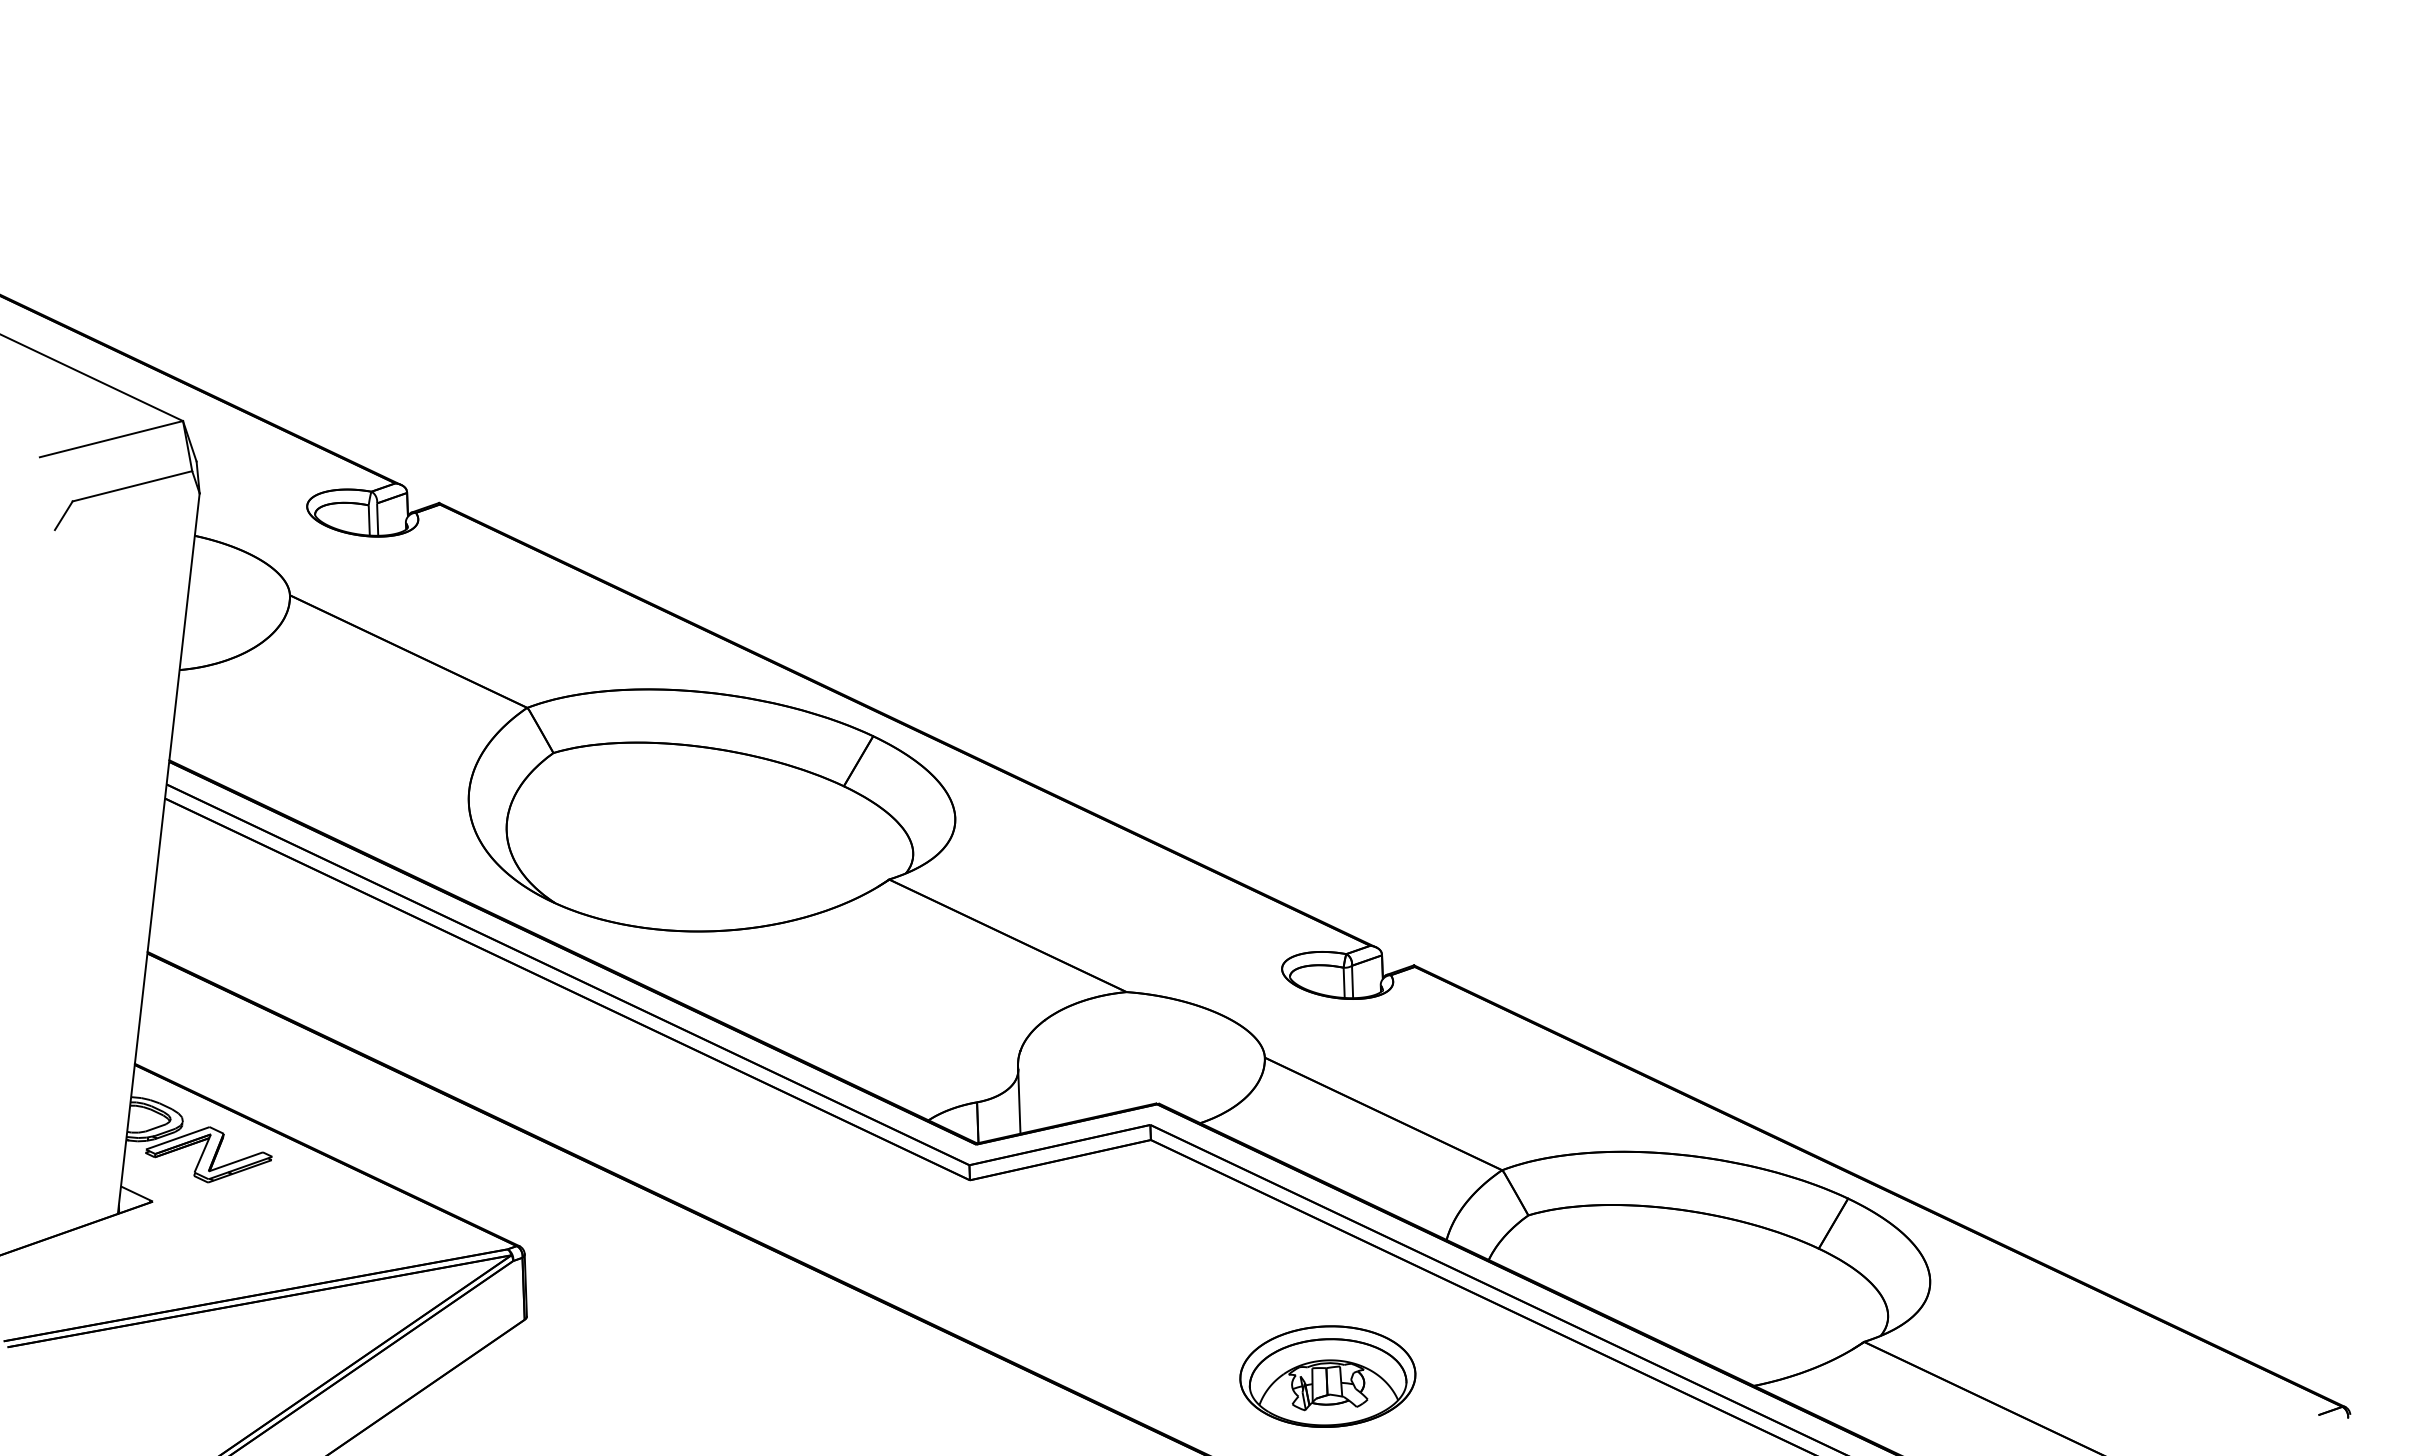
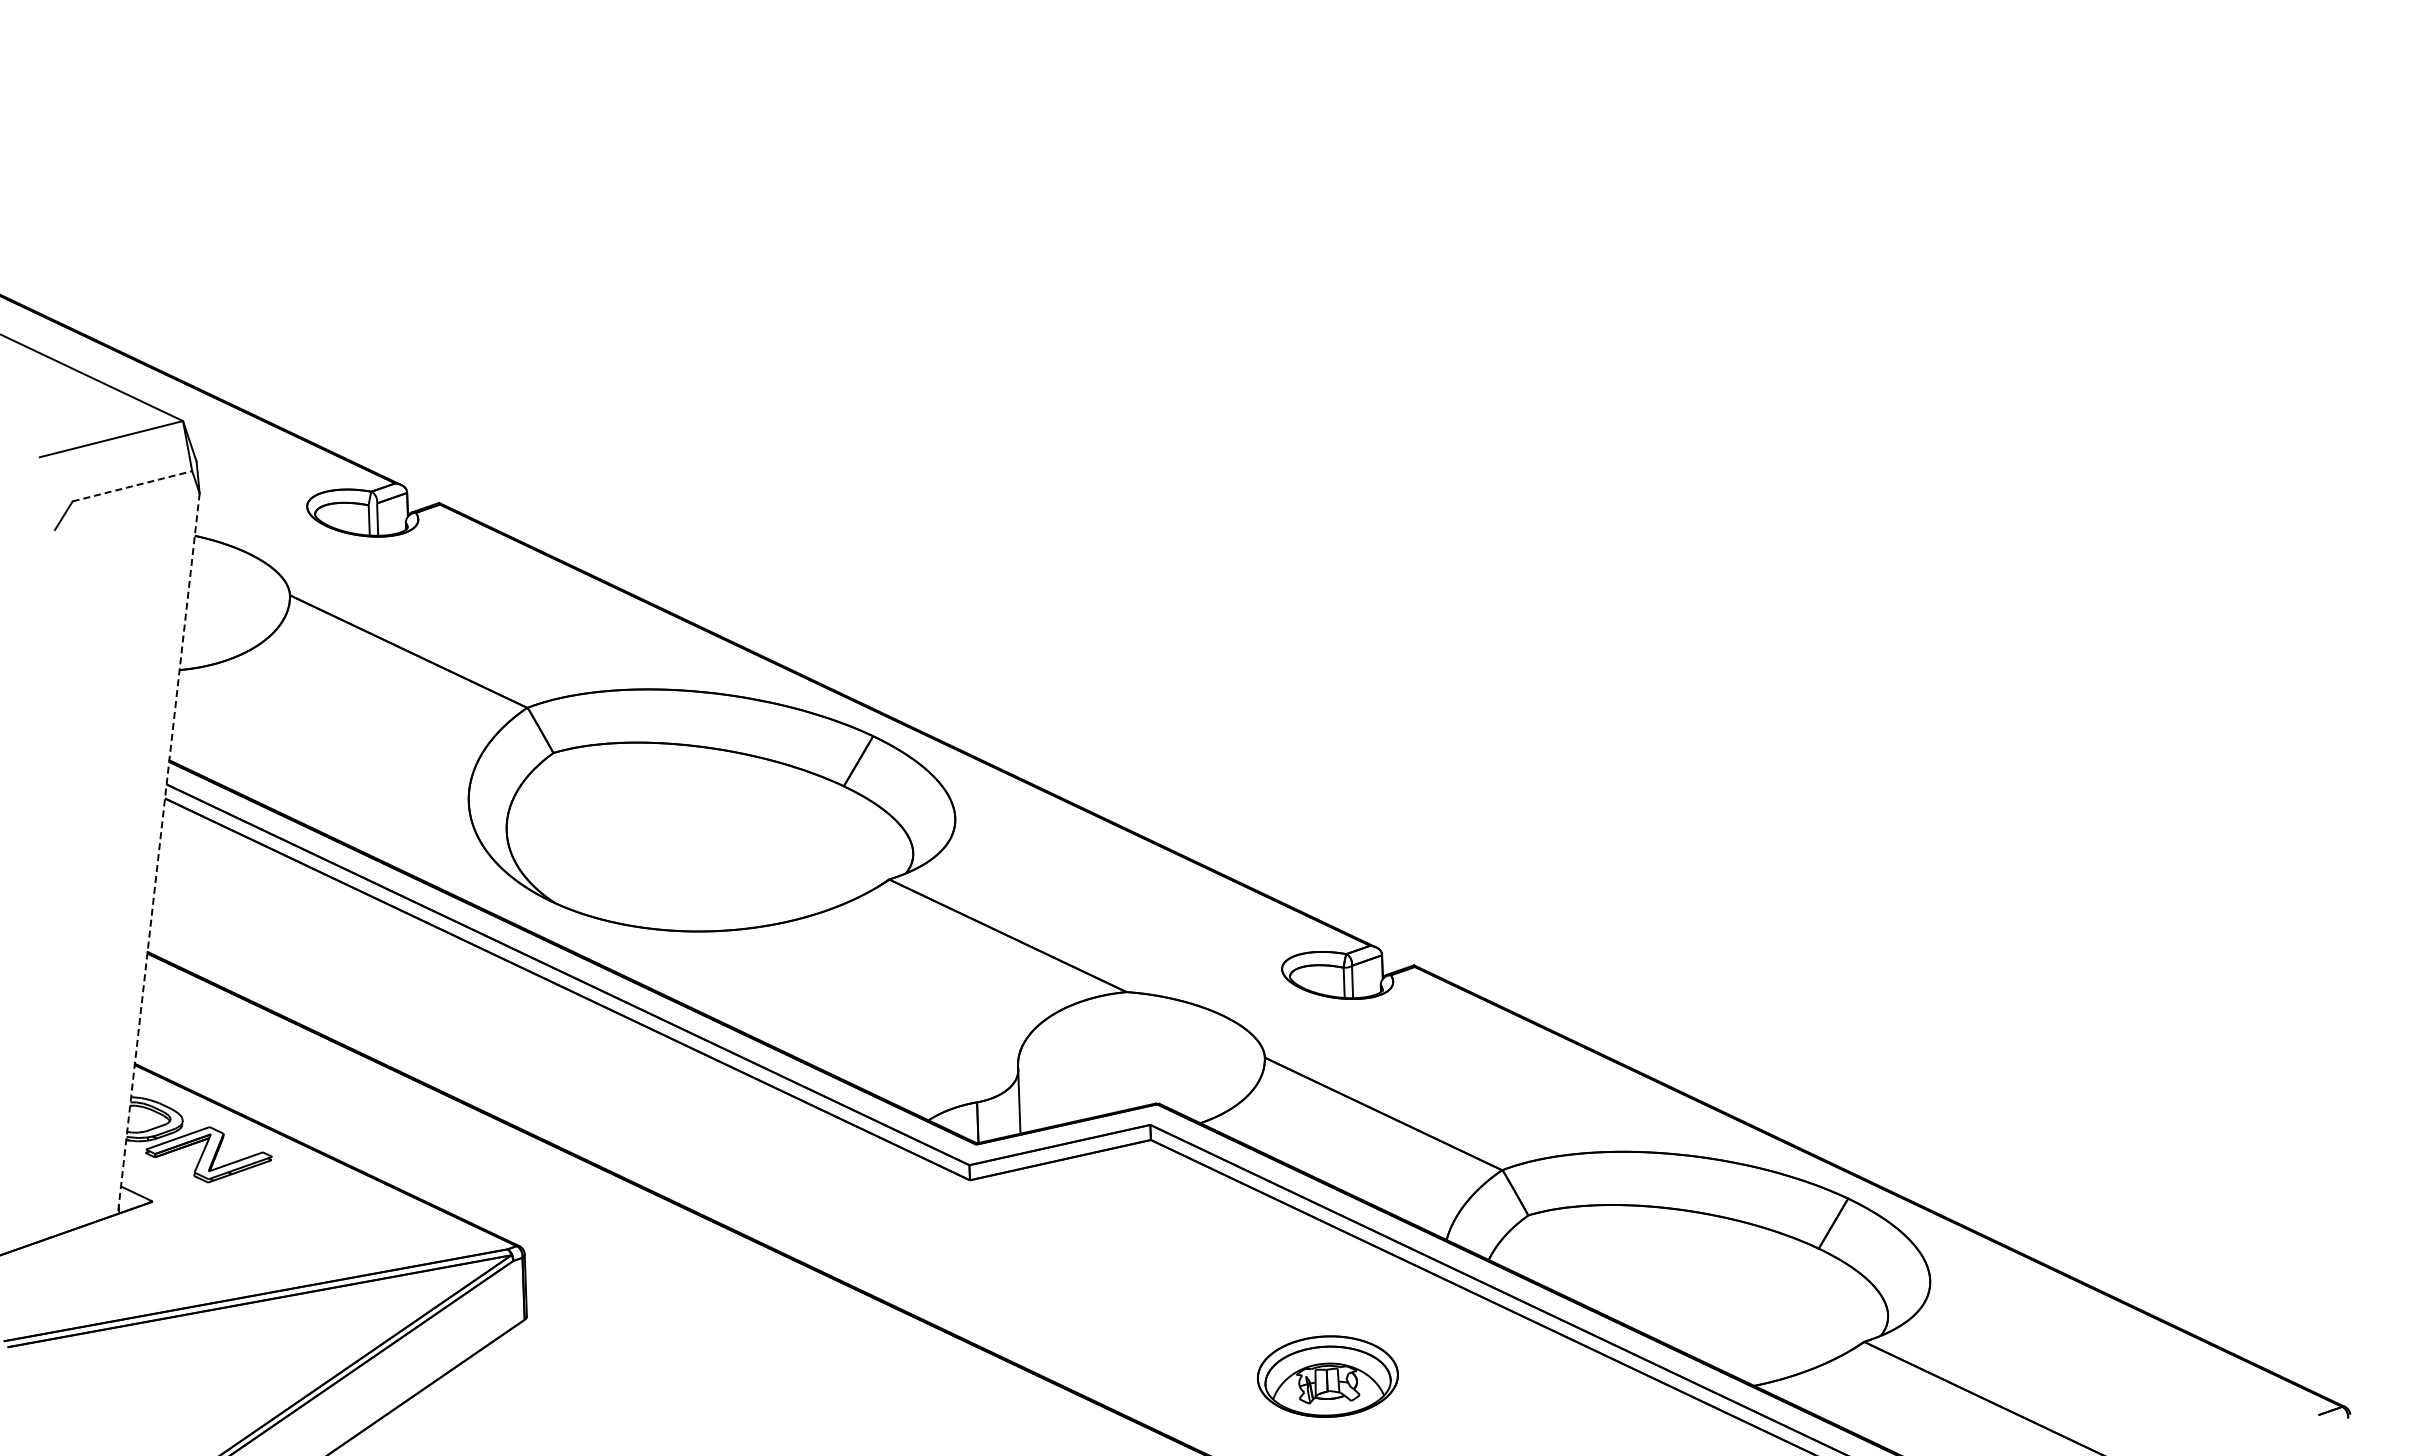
line at (132, 486): solid -> dashed
line at (158, 853): solid -> dashed
part at (1327, 1376) size: 178x103 px -> 142x83 px
